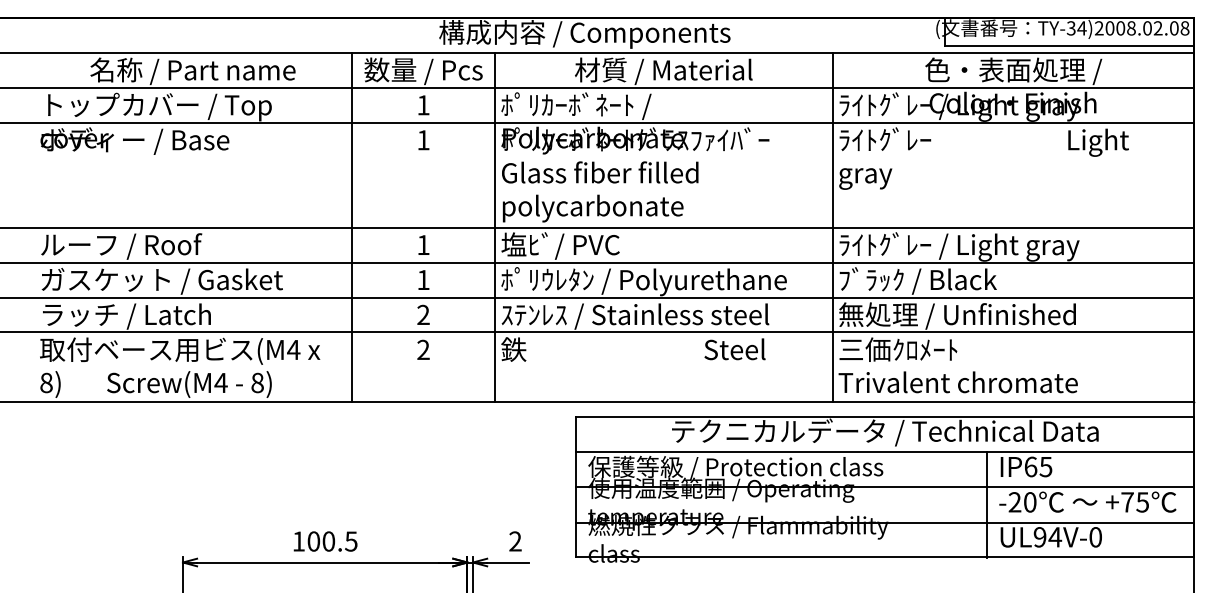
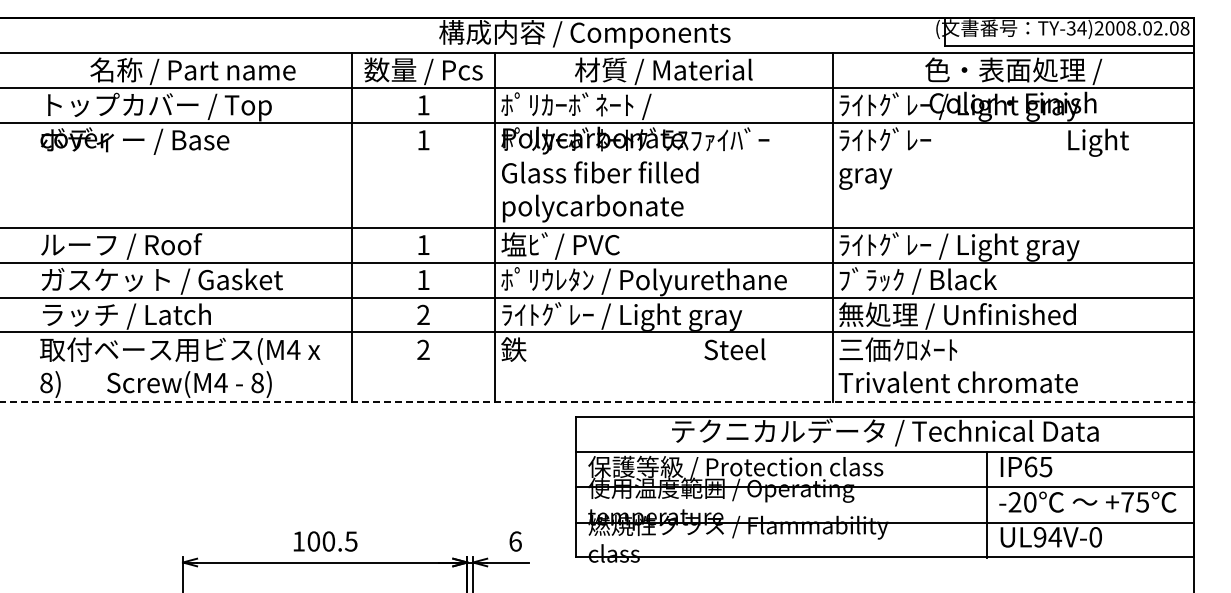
text at (635, 316): ｽﾃﾝﾚｽ / Stainless steel -> ﾗｲﾄｸﾞﾚｰ / Light gray
line at (597, 402): solid -> dashed
text at (515, 541): 2 -> 6
